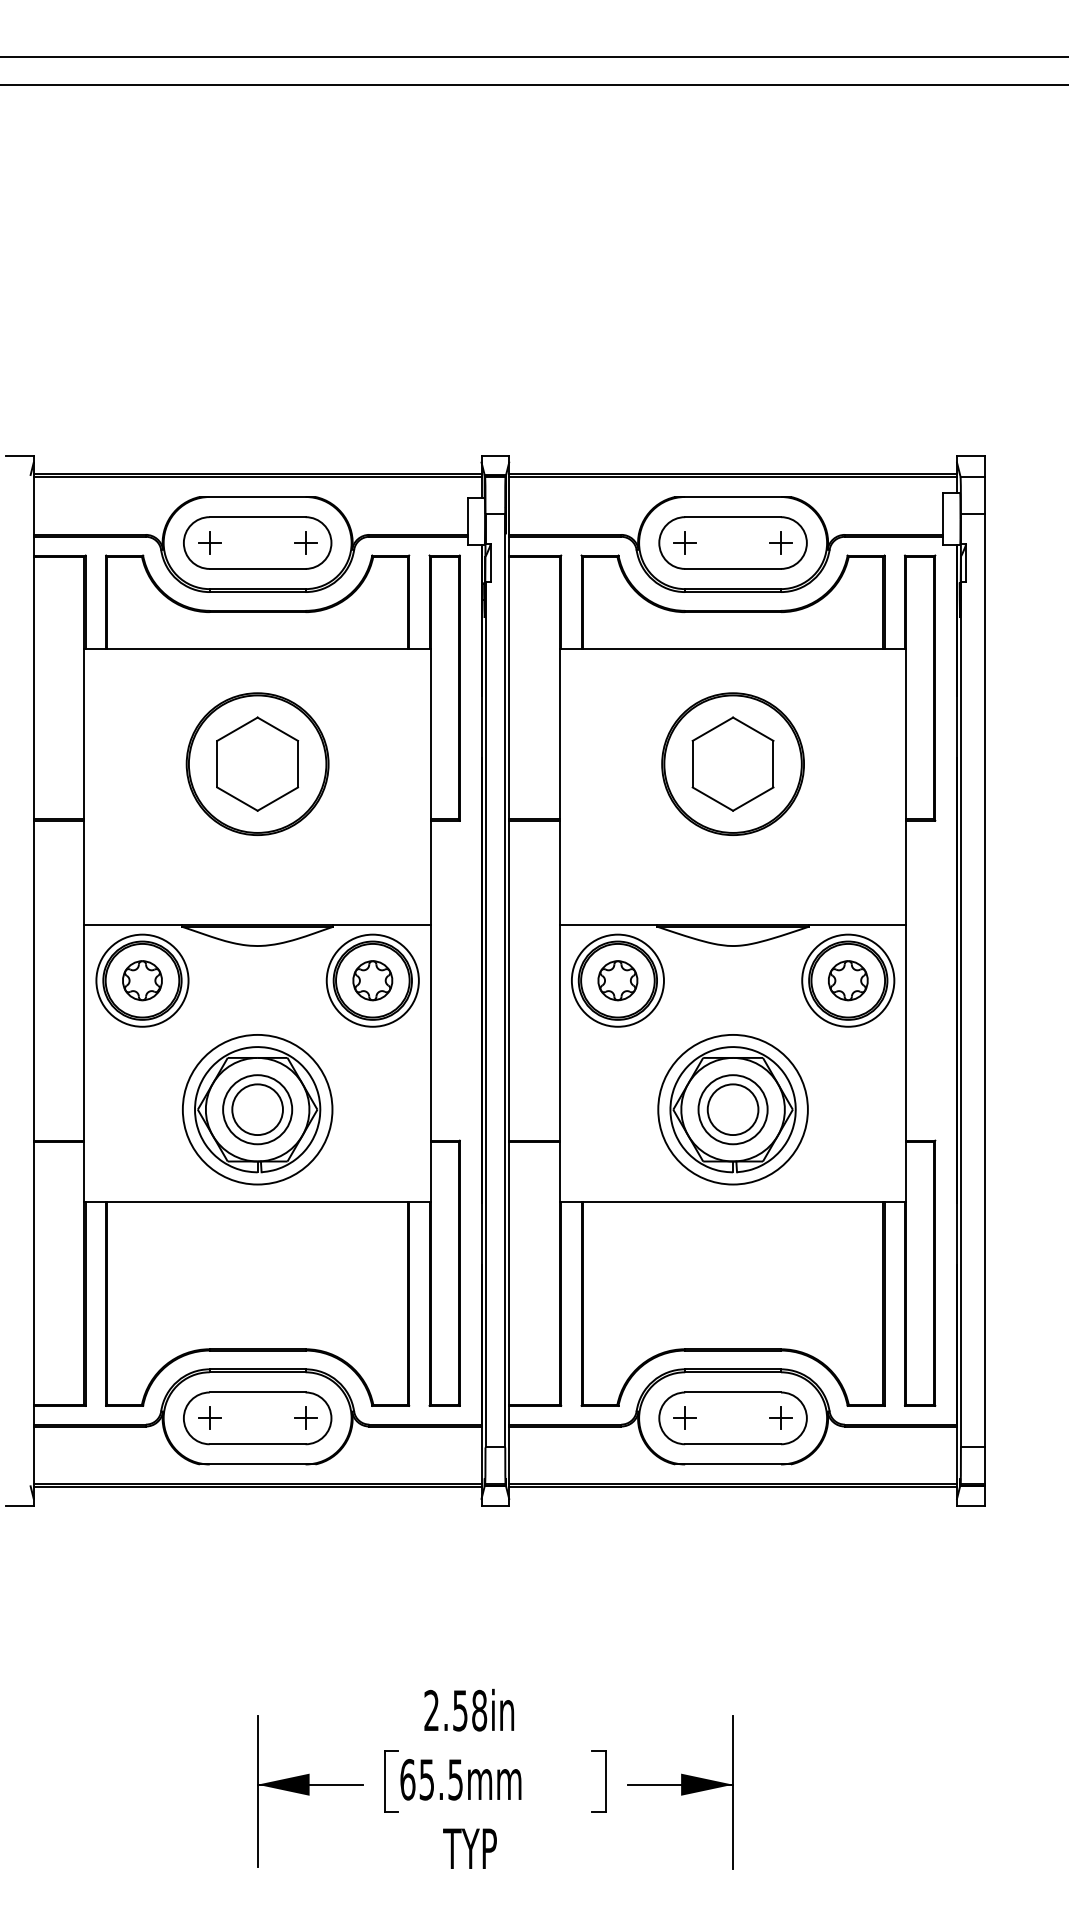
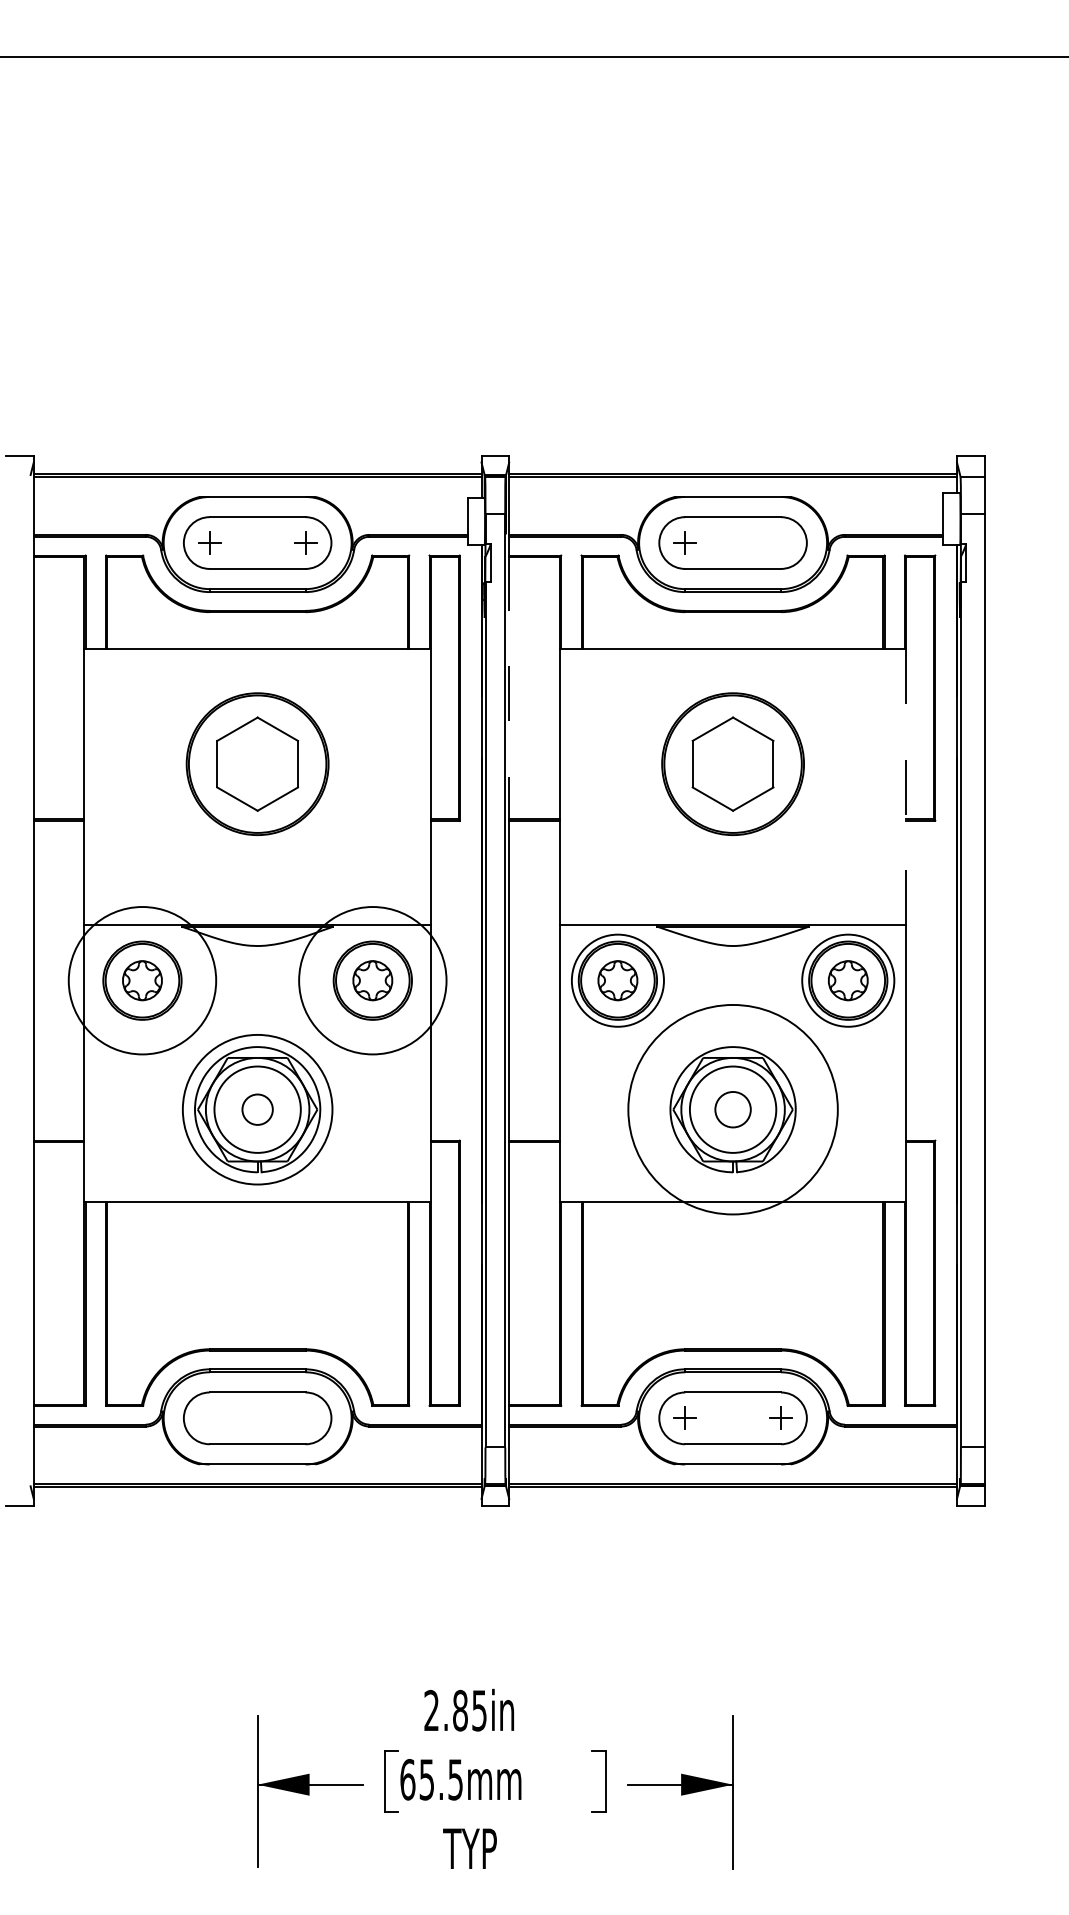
line at (533, 85): present -> none
part at (780, 542): present -> none
line at (509, 688): solid -> dashed
line at (906, 787): solid -> dashed
circle at (142, 980) diameter: 92 px -> 147 px
circle at (372, 980) diameter: 92 px -> 147 px
circle at (257, 1109) diameter: 51 px -> 30 px
circle at (257, 1109) diameter: 69 px -> 86 px
circle at (732, 1109) diameter: 150 px -> 209 px
circle at (732, 1109) diameter: 51 px -> 35 px
circle at (732, 1109) diameter: 69 px -> 86 px
part at (209, 1417): present -> none
part at (305, 1417): present -> none
text at (470, 1710): 2.58in -> 2.85in
